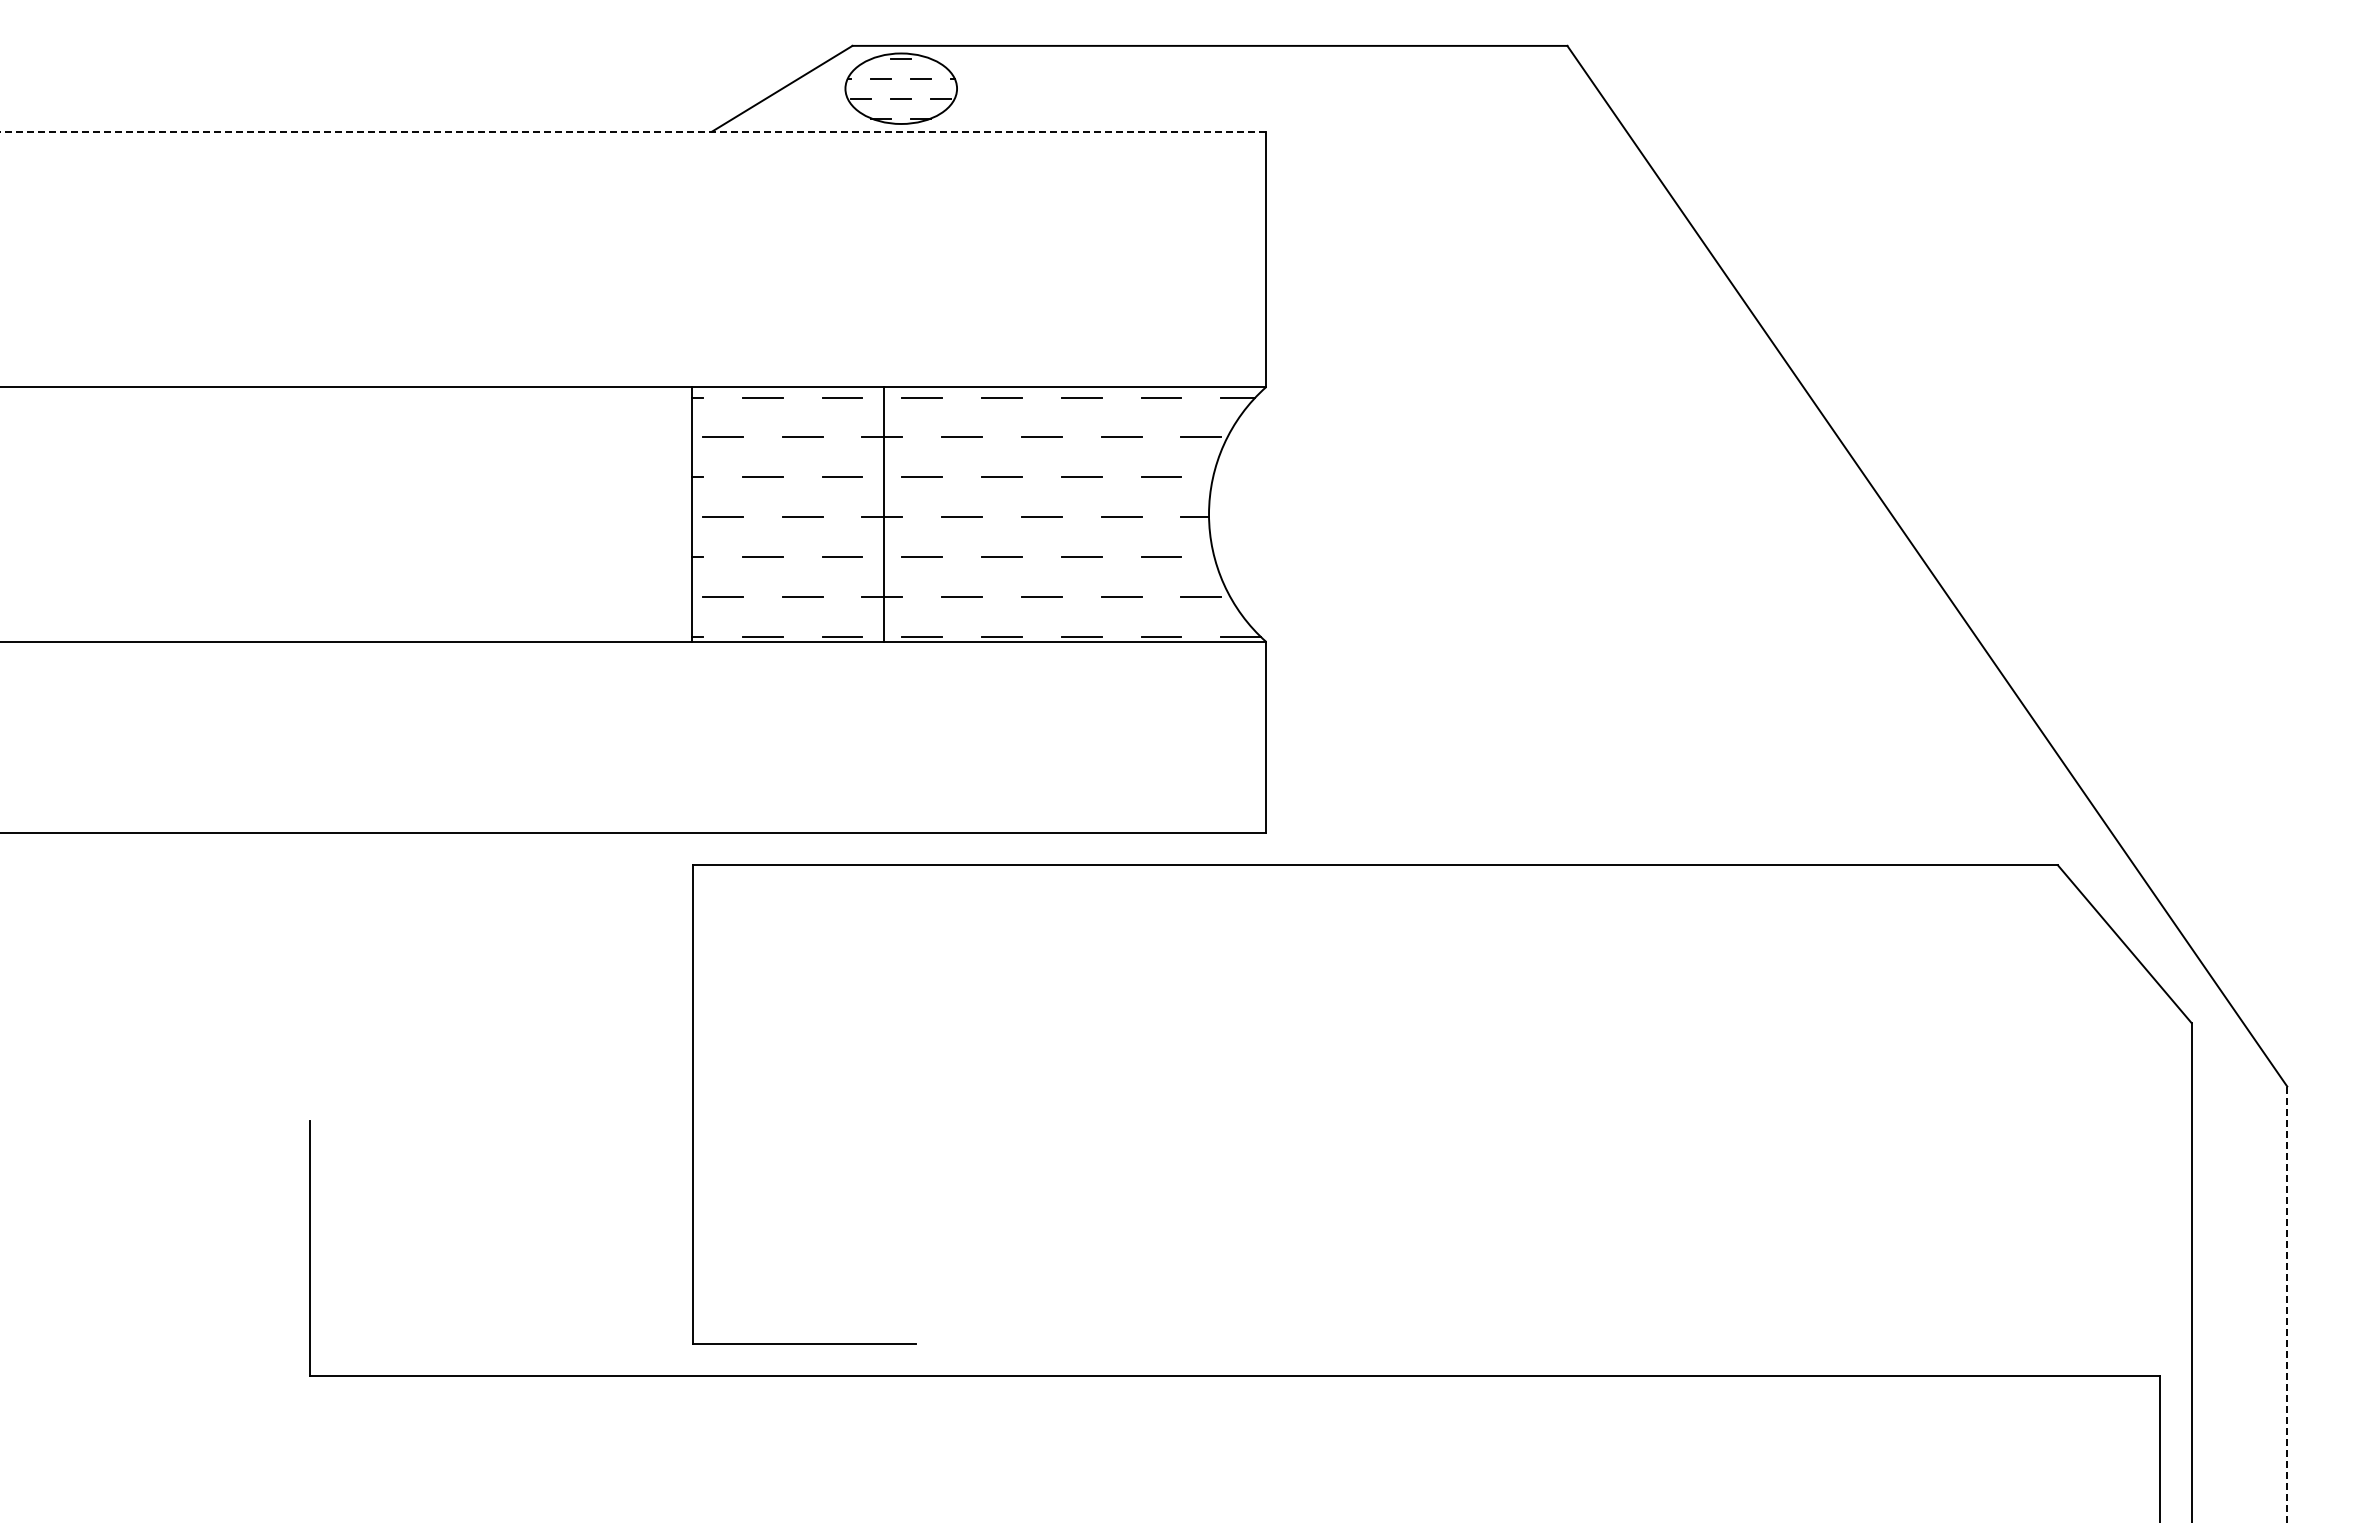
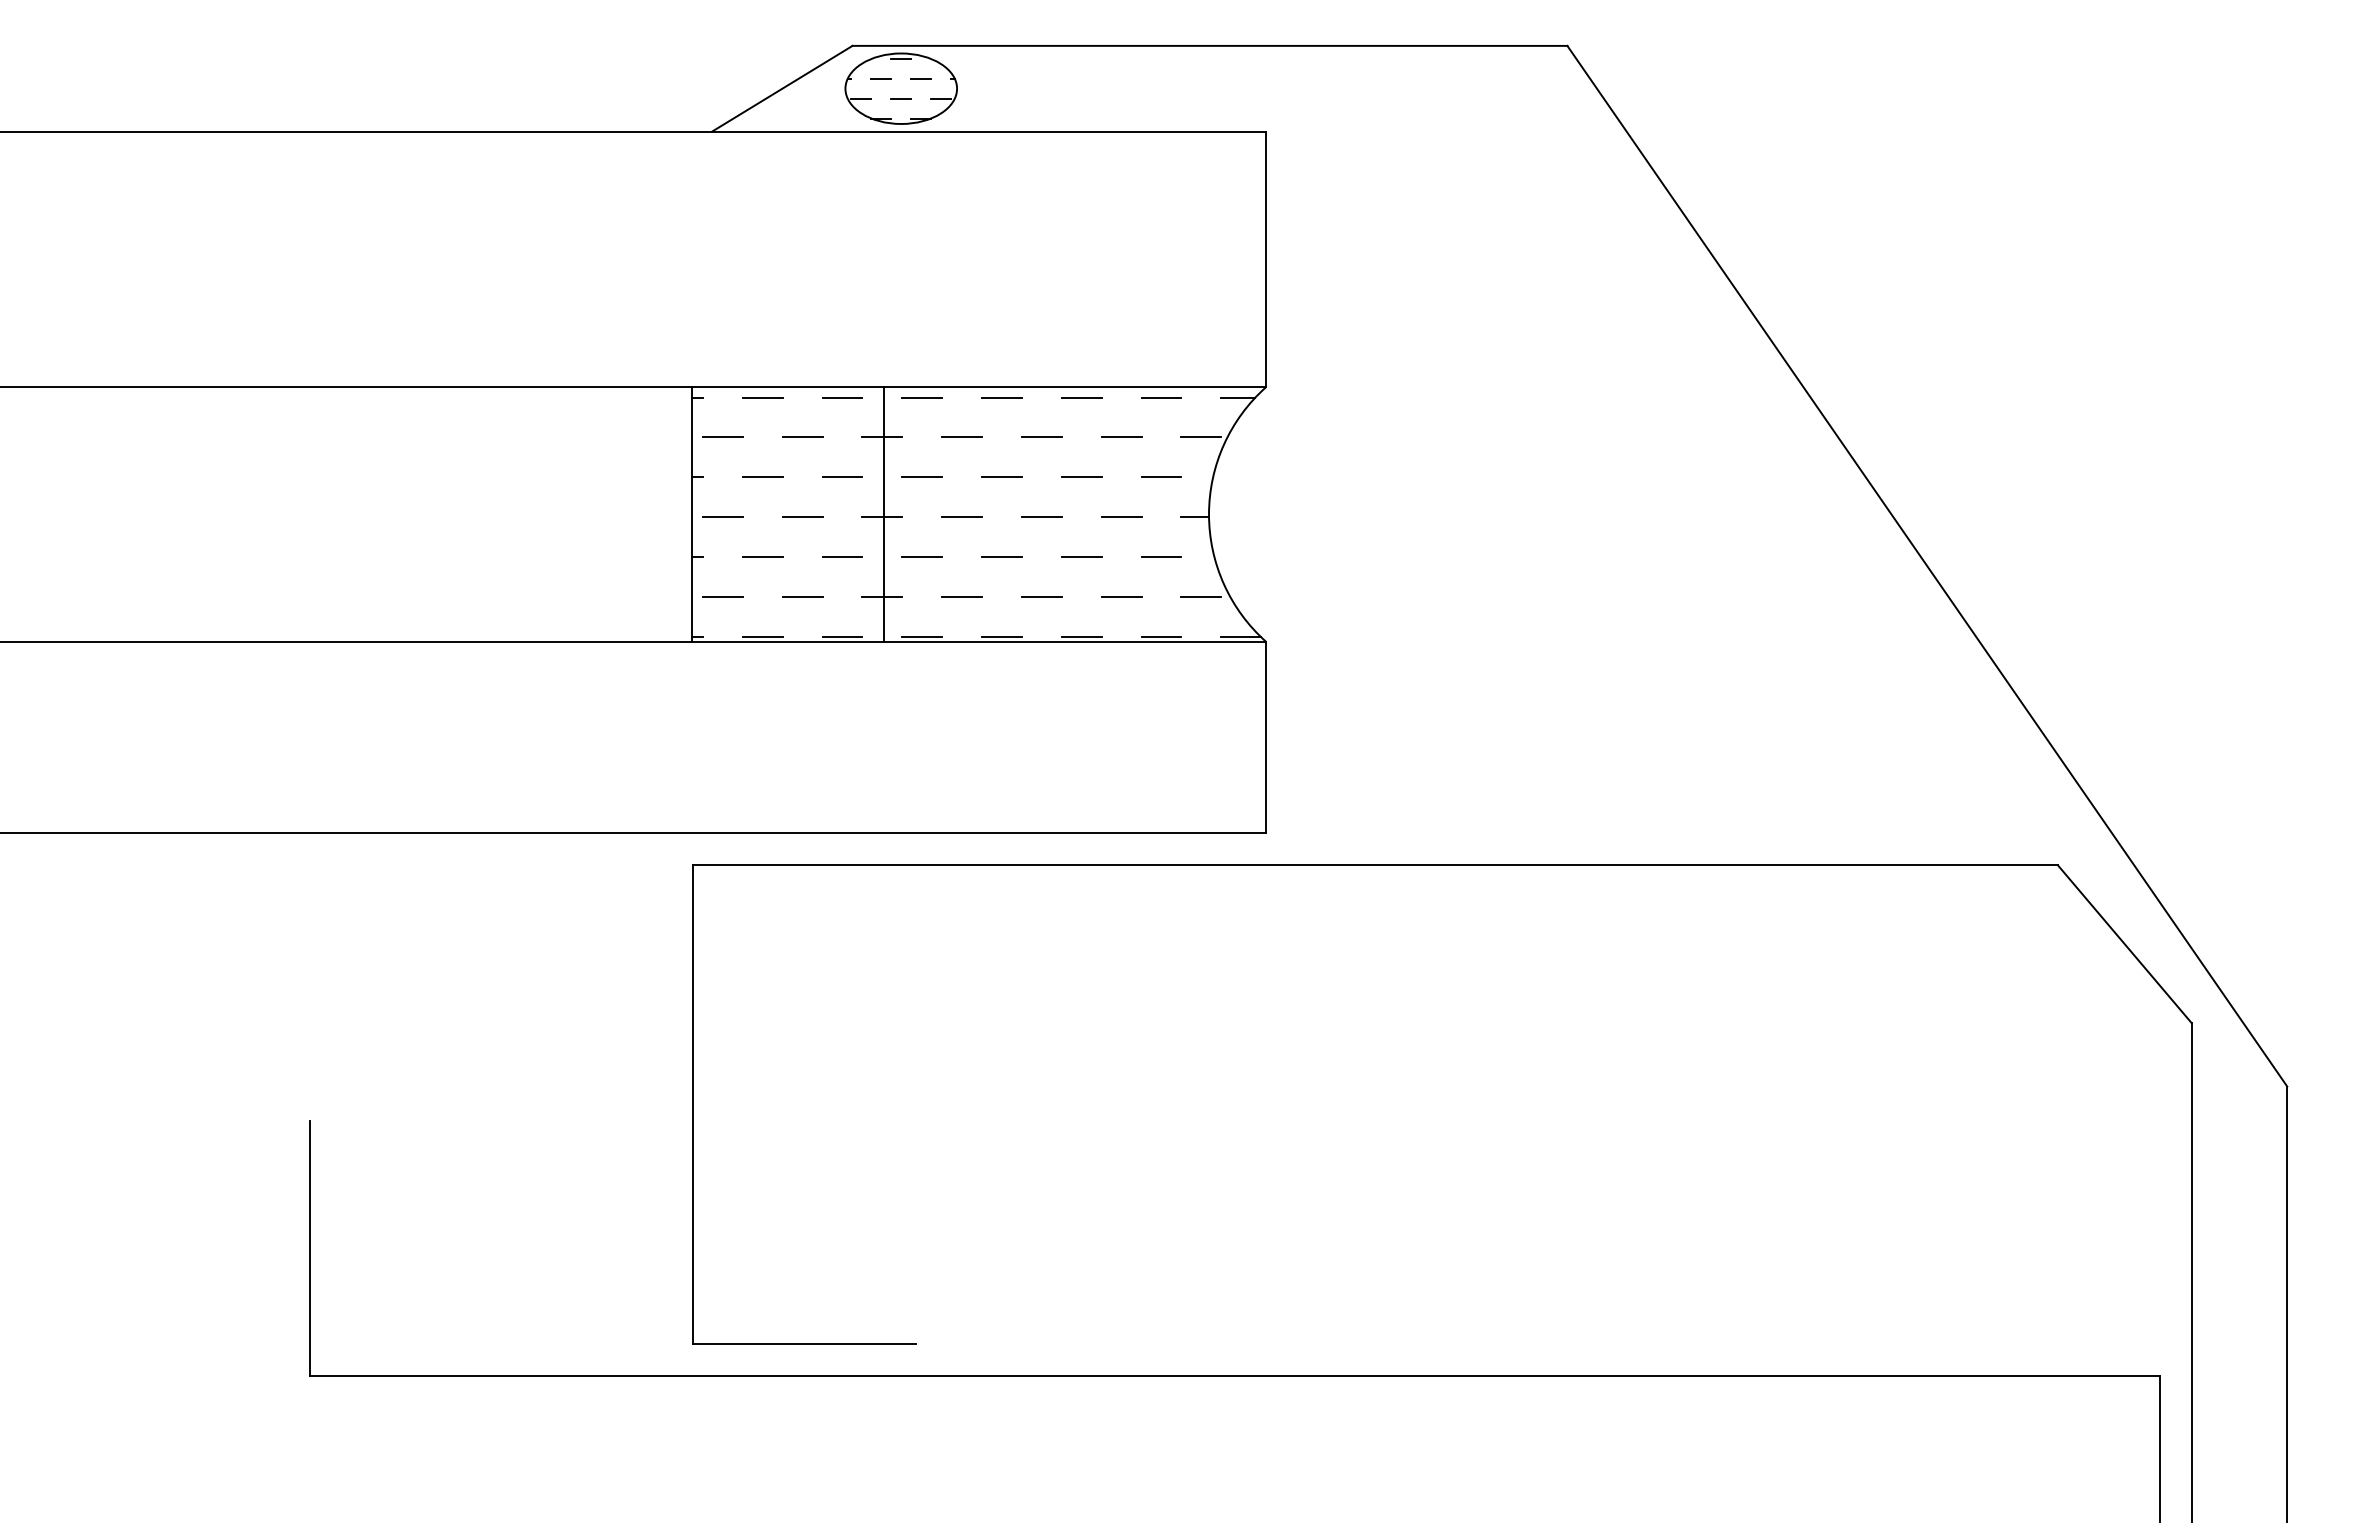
line at (633, 131): dashed -> solid
line at (2287, 1304): dashed -> solid
